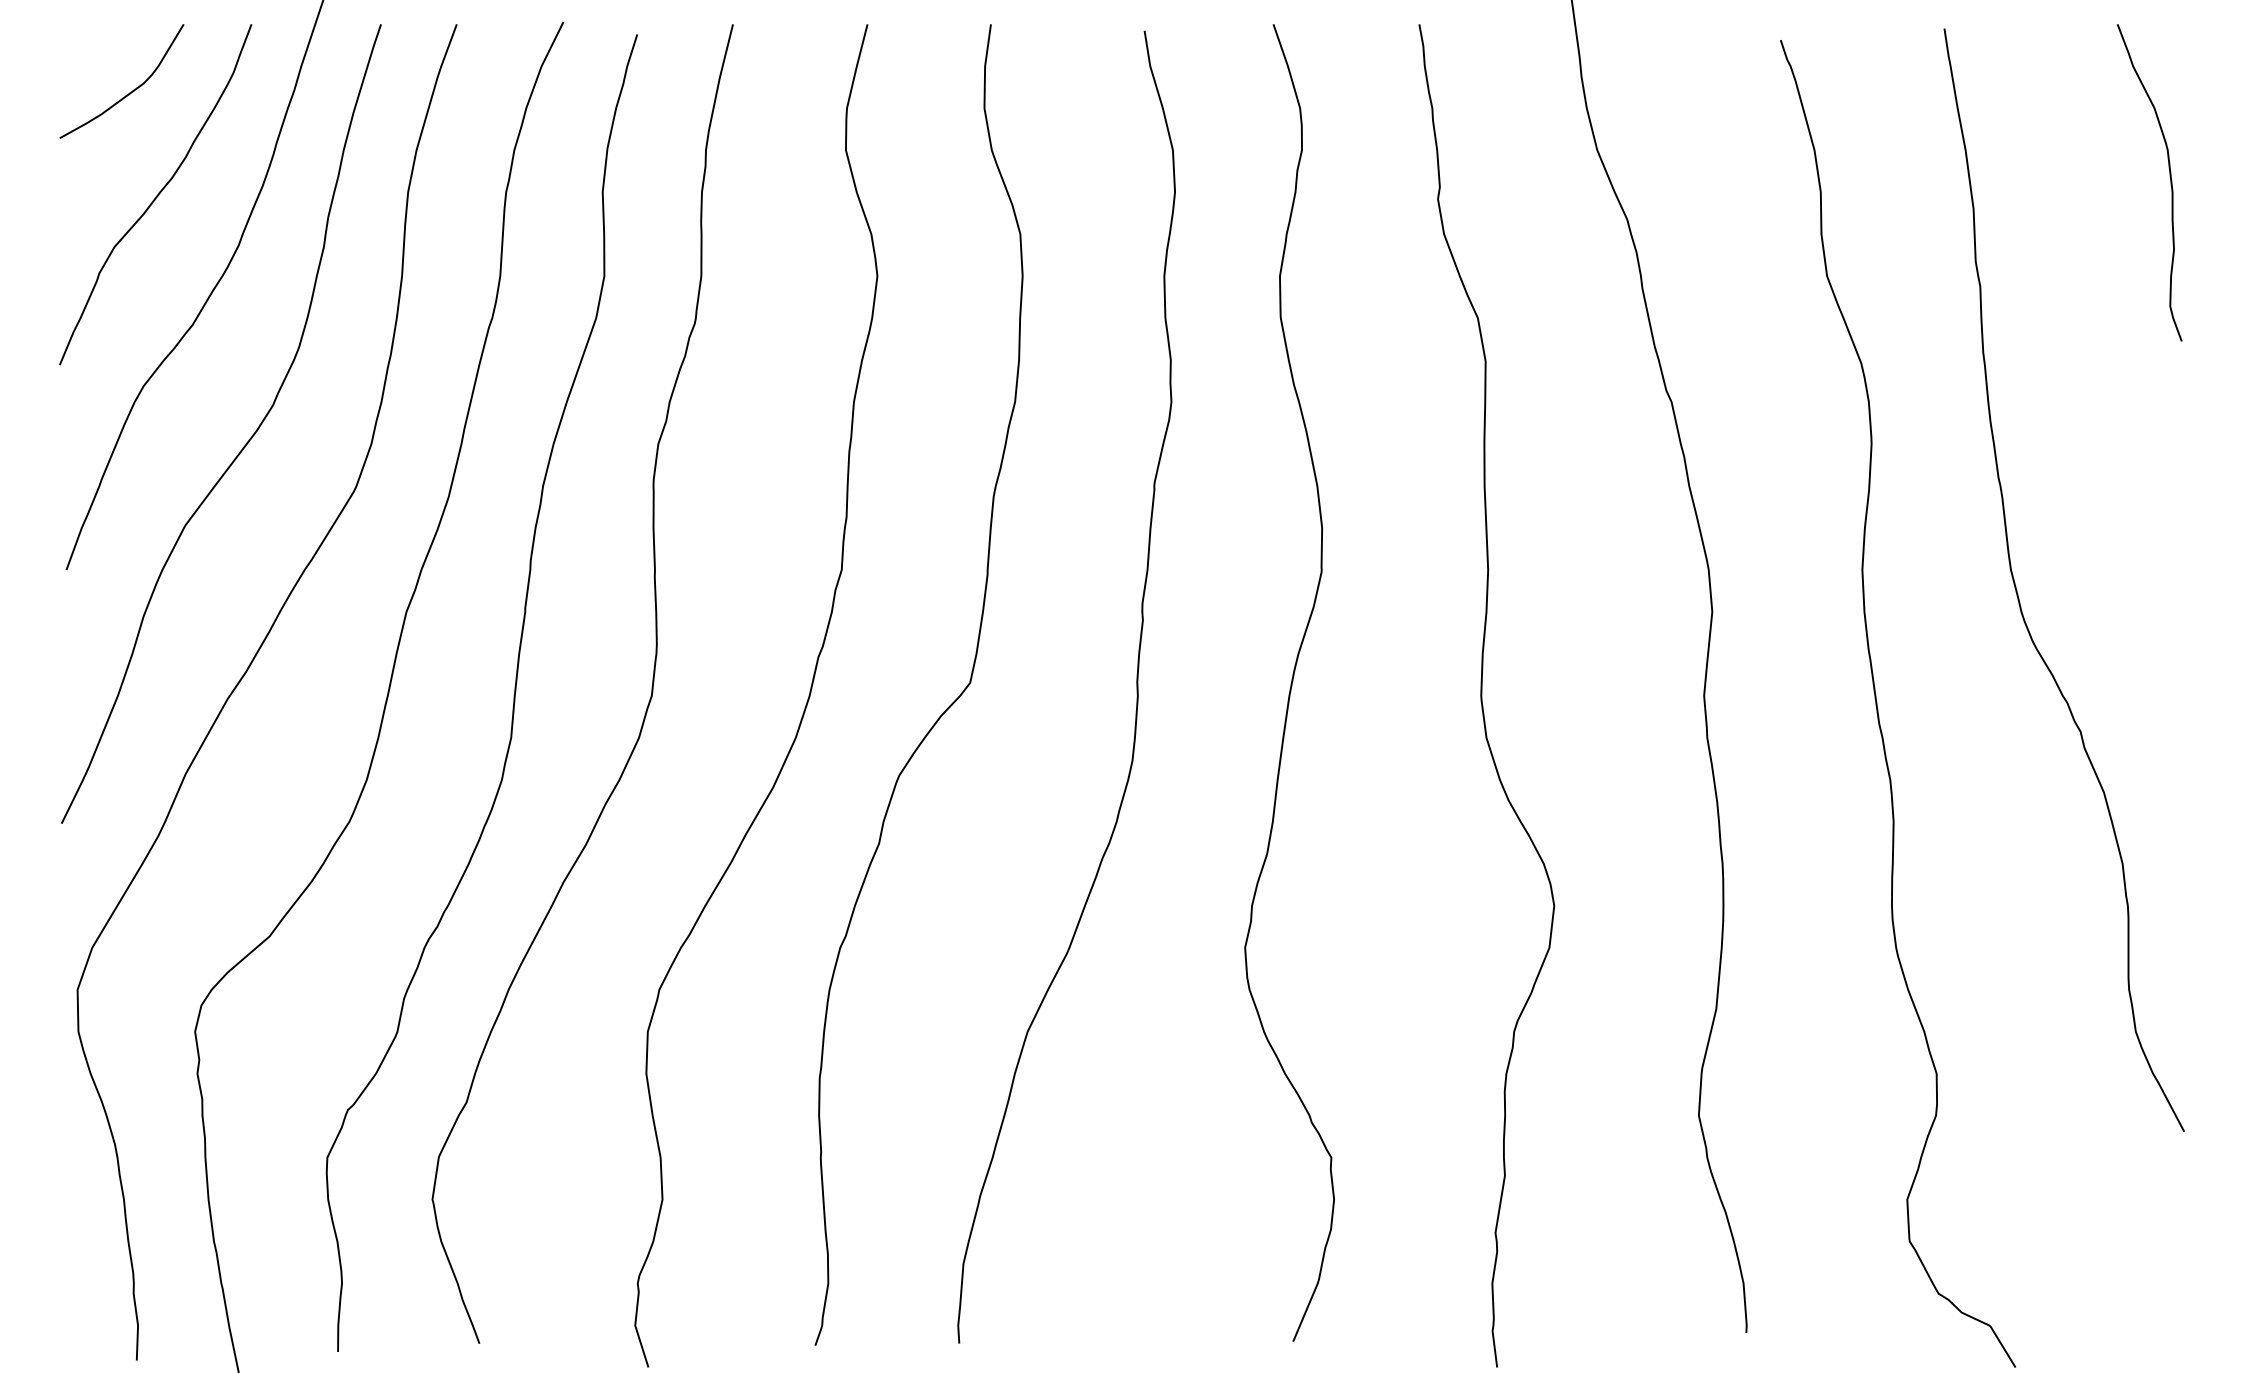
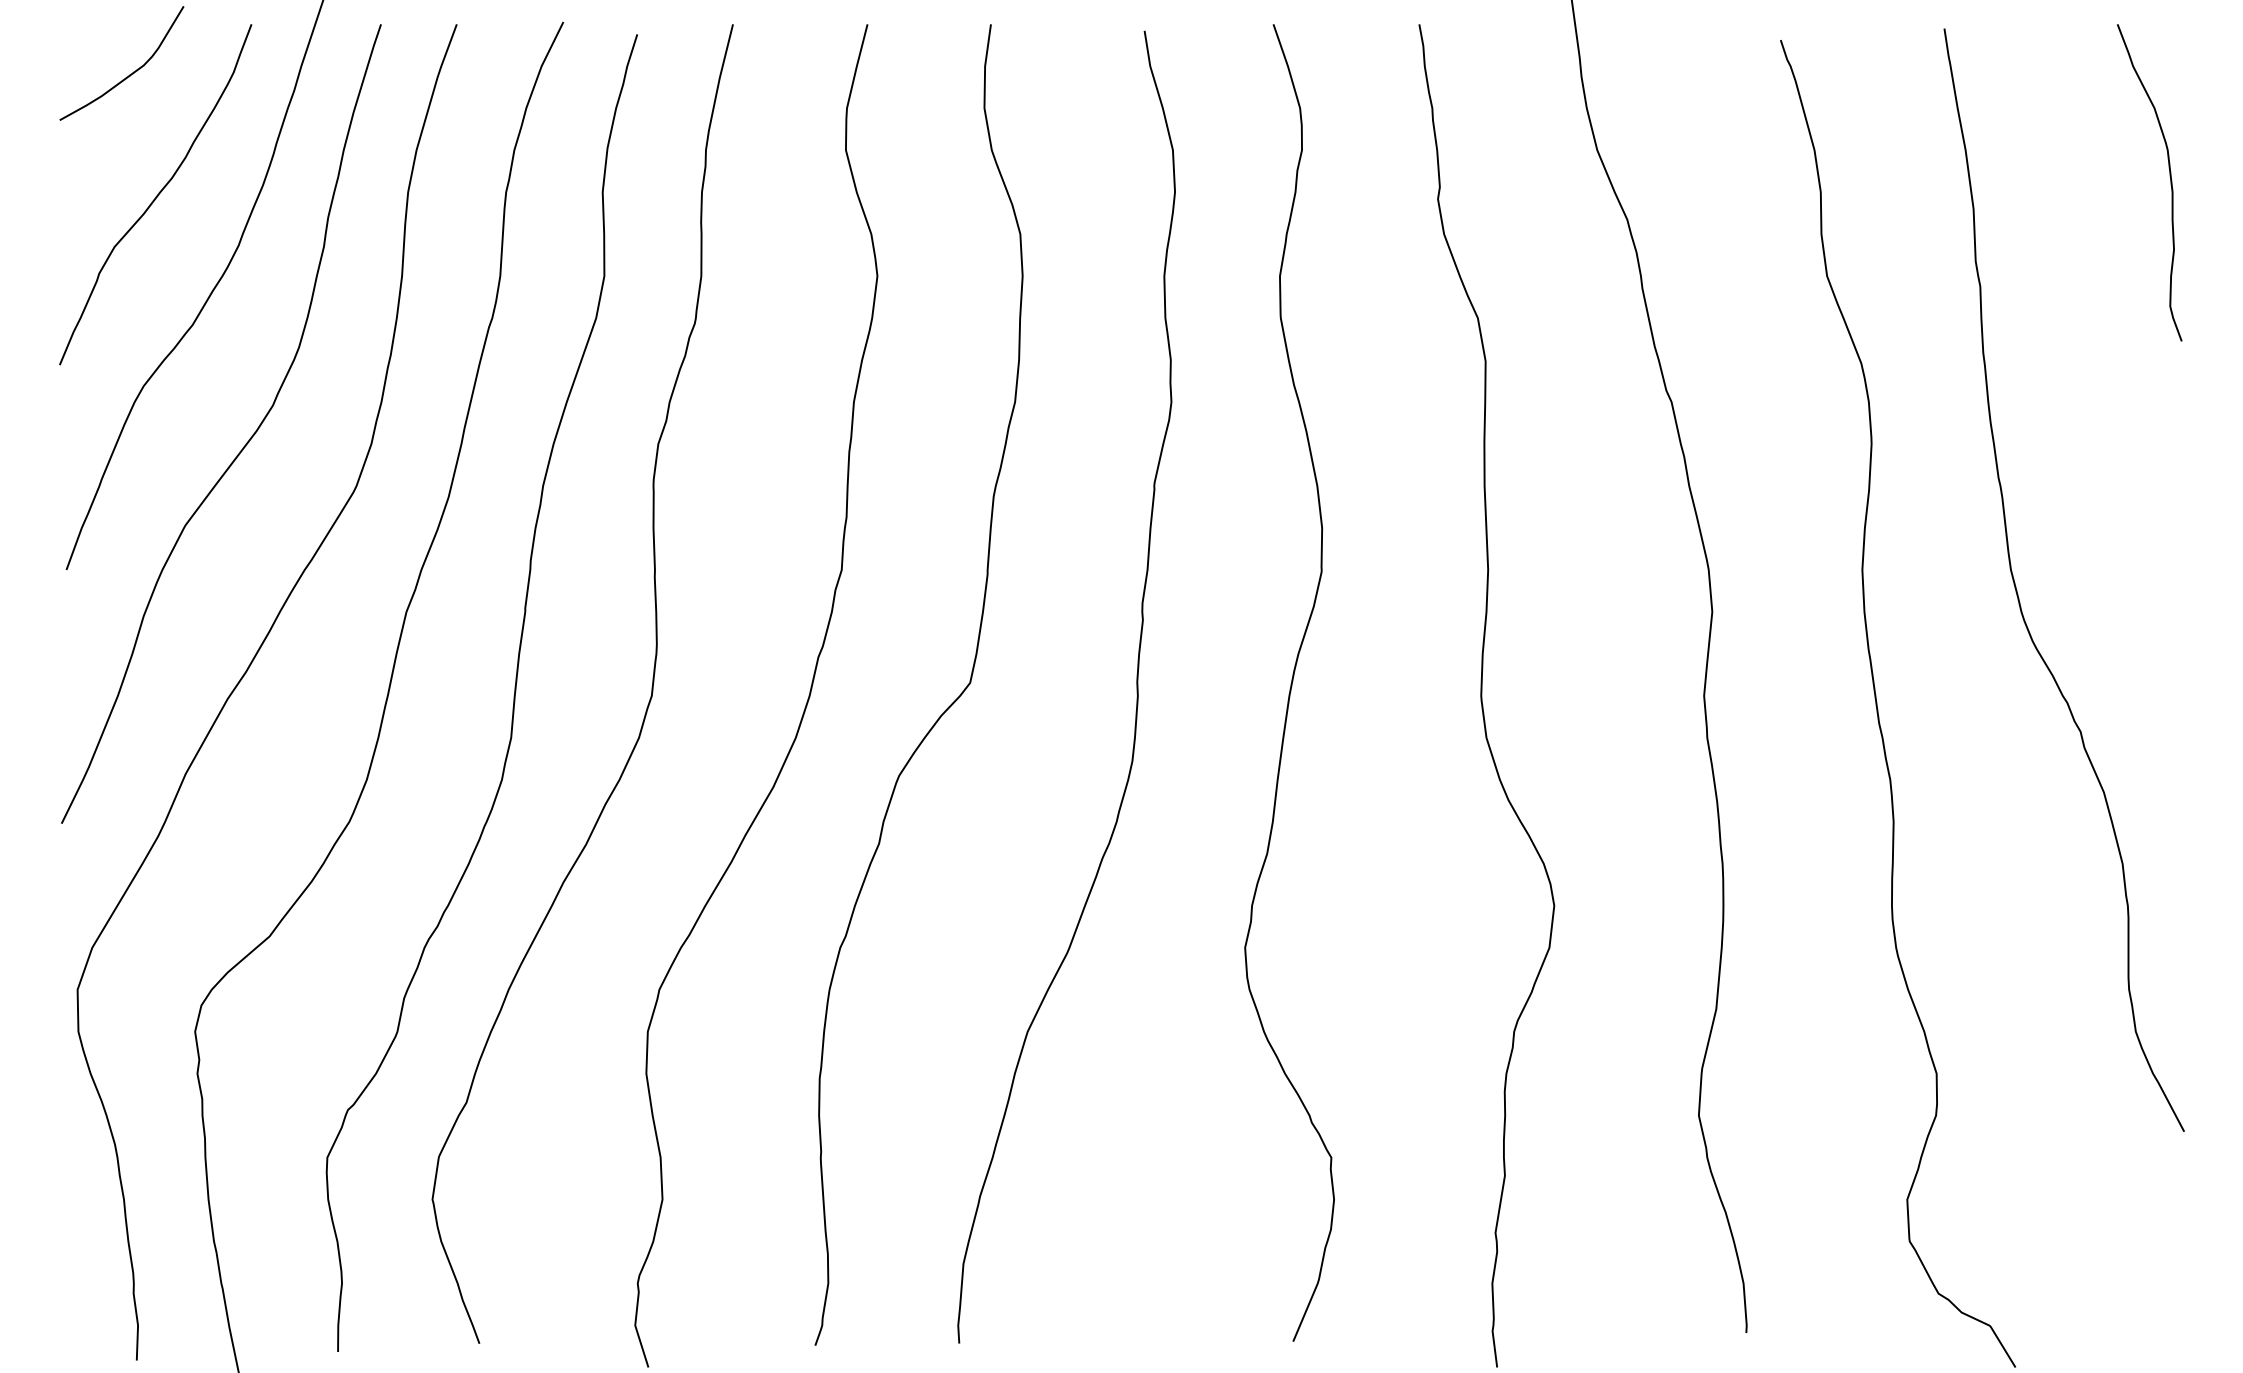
curve at (129, 92) position: (129, 92) -> (129, 74)
